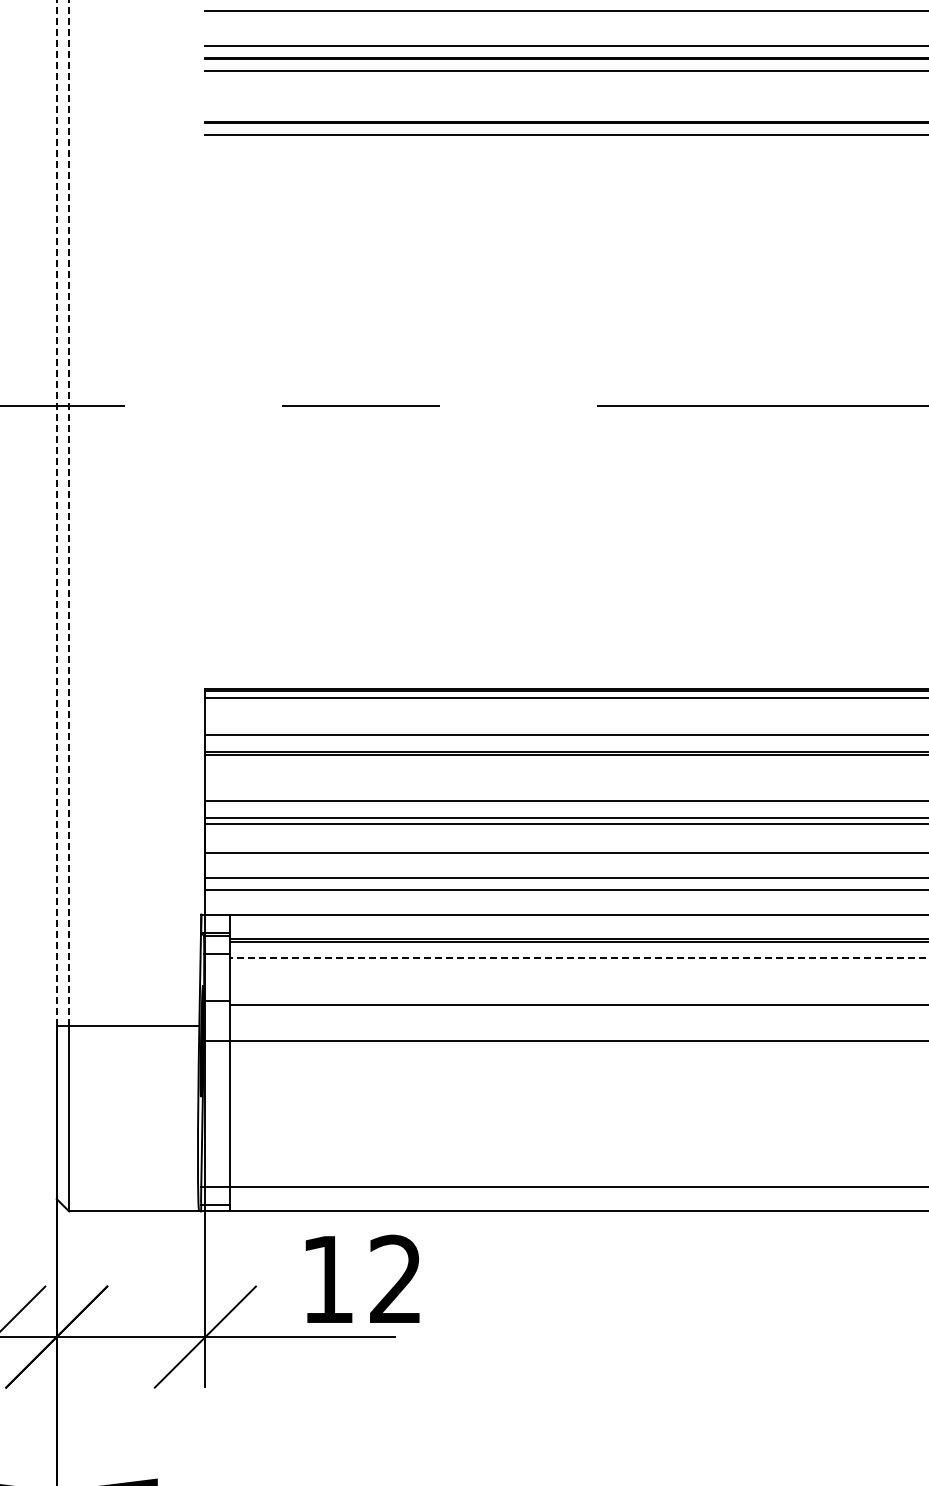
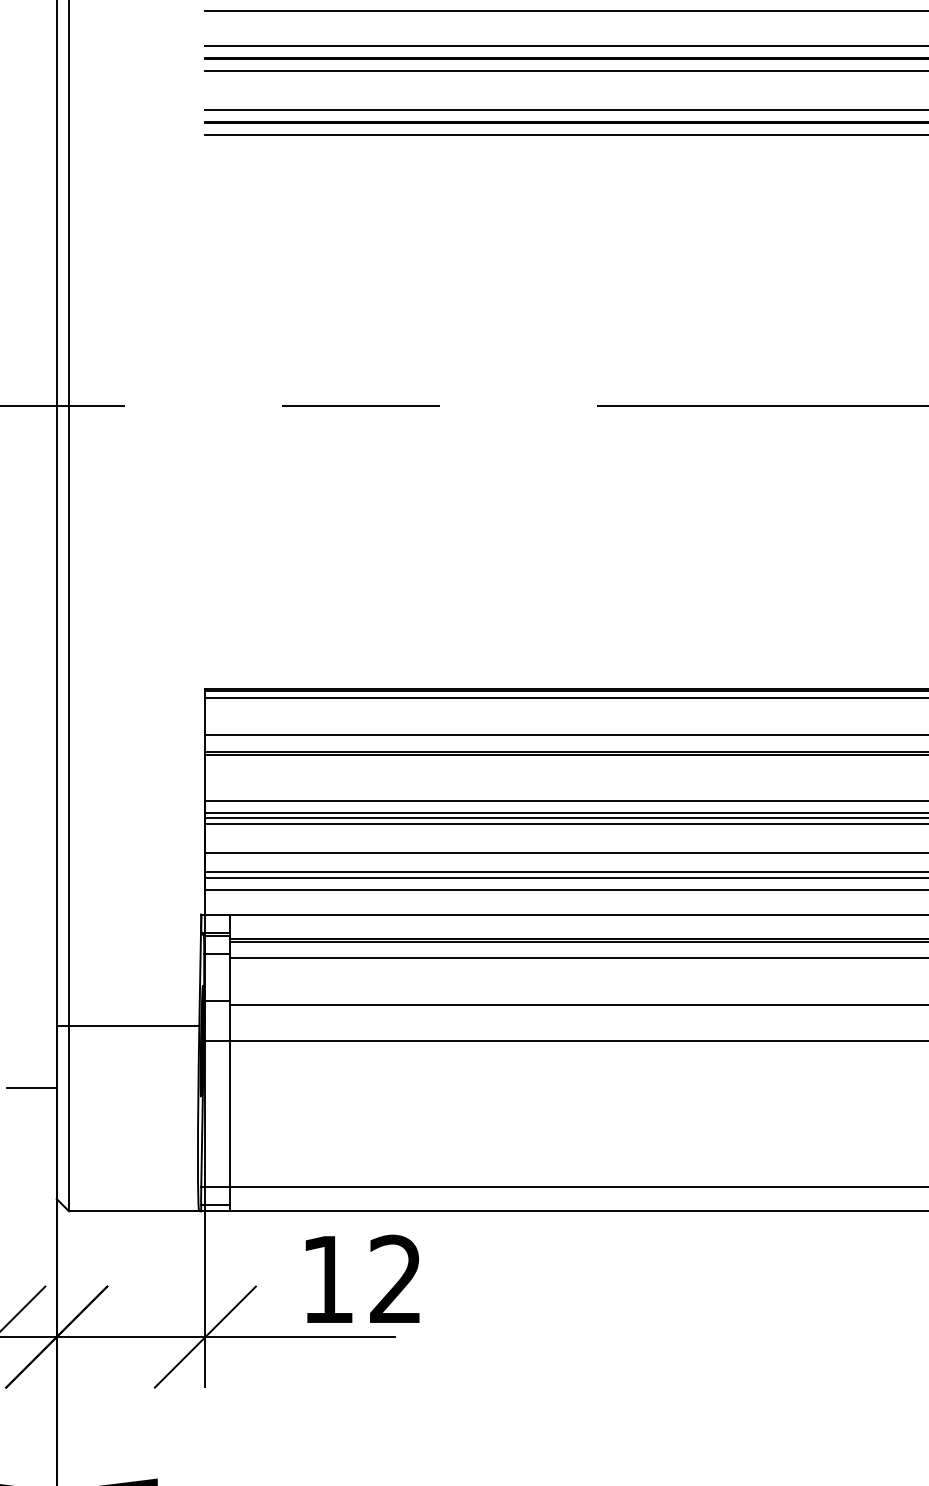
line at (565, 109): none -> present
line at (56, 512): dashed -> solid
line at (69, 513): dashed -> solid
line at (565, 813): none -> present
line at (565, 872): none -> present
line at (579, 957): dashed -> solid
line at (31, 1087): none -> present
